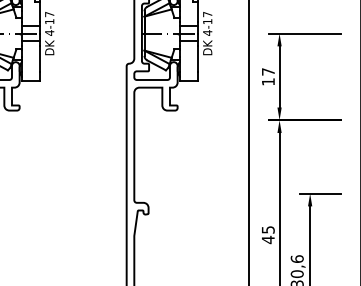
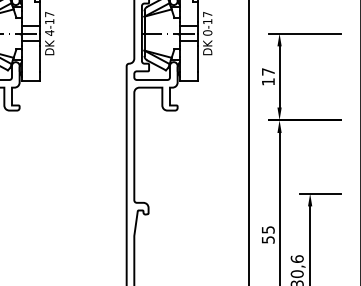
text at (207, 32): 4-17 -> 0-17
text at (268, 239): 45 -> 55
